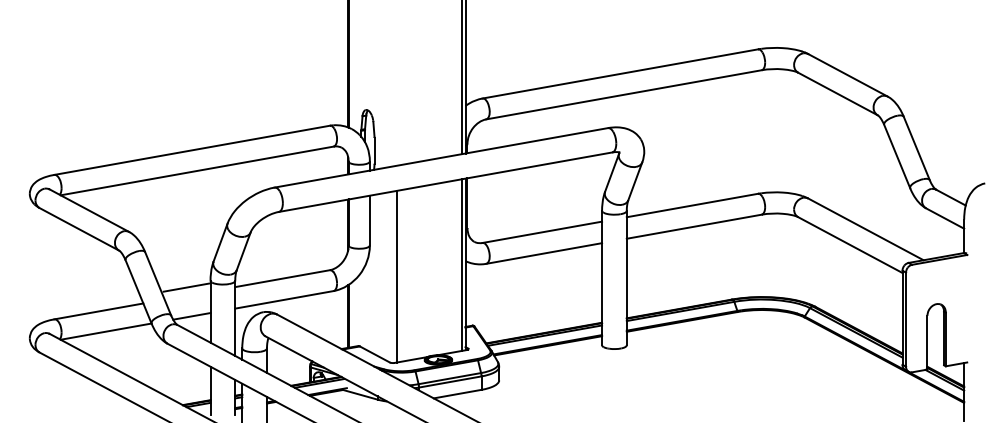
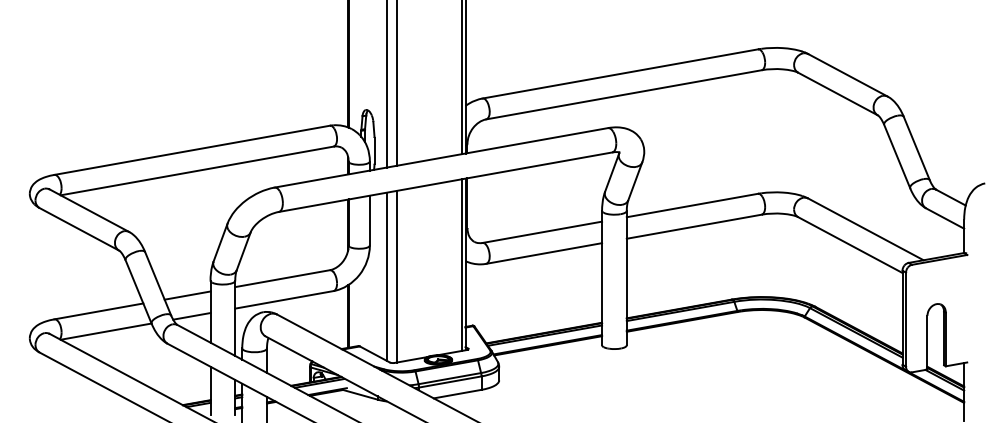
line at (396, 83): none -> present
line at (386, 84): none -> present
line at (386, 276): none -> present
line at (186, 287) position: (186, 287) -> (187, 295)
